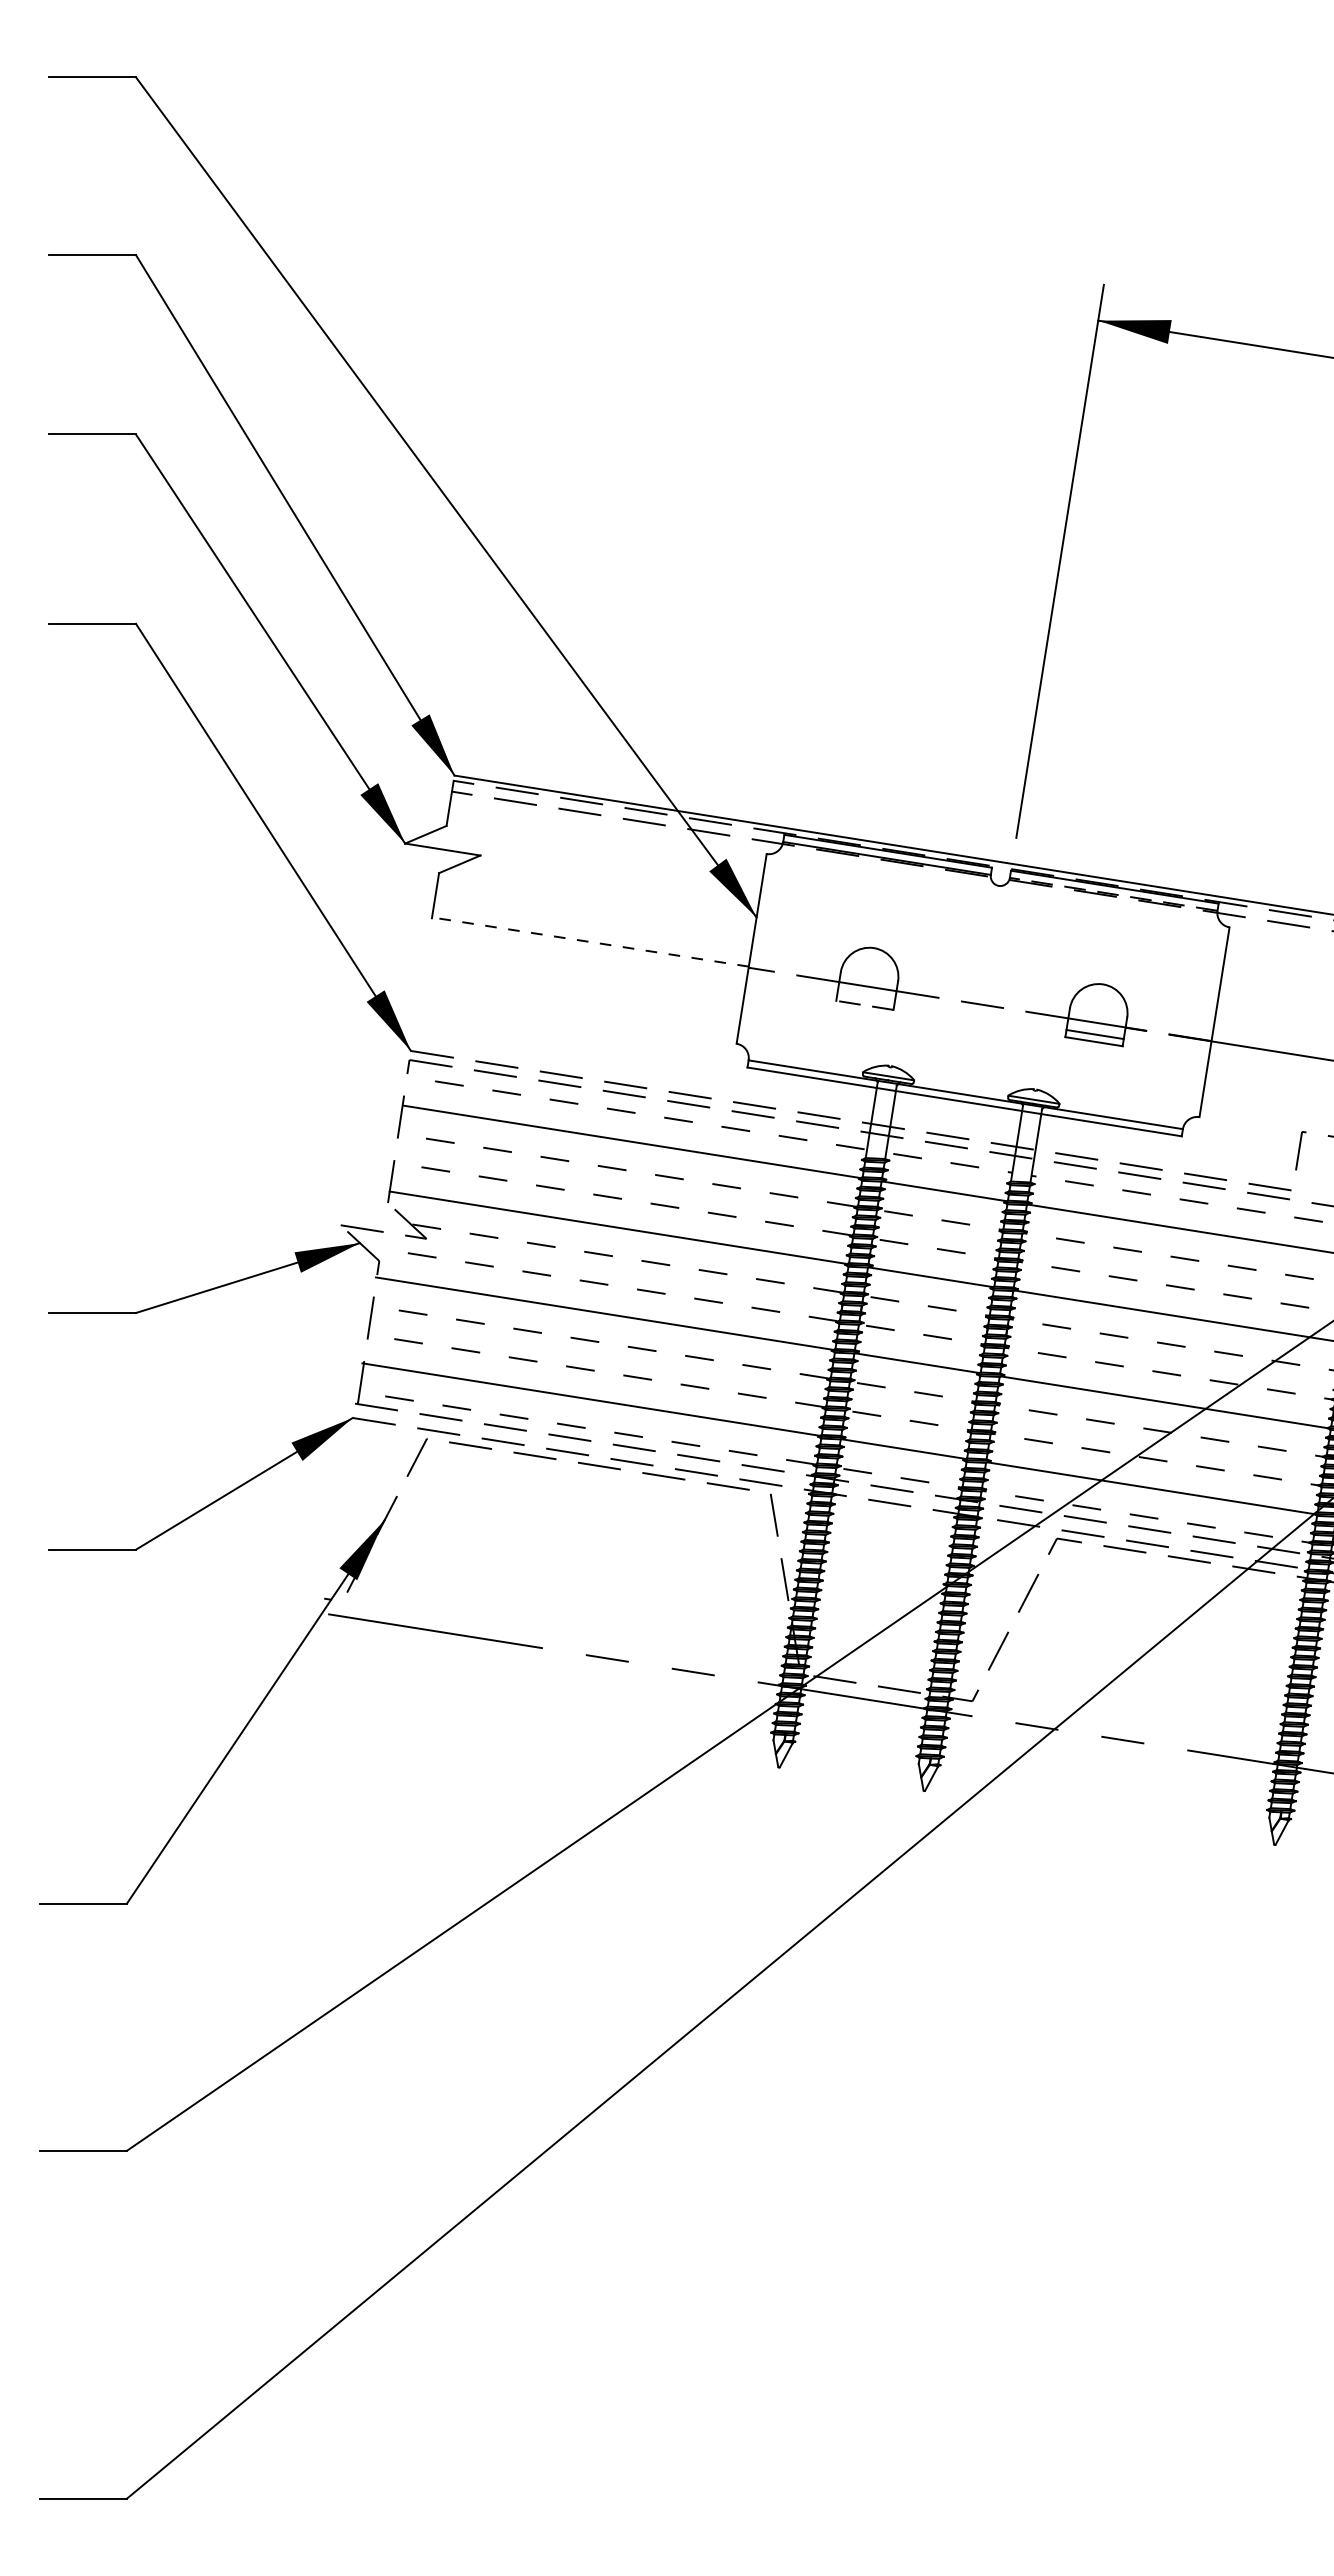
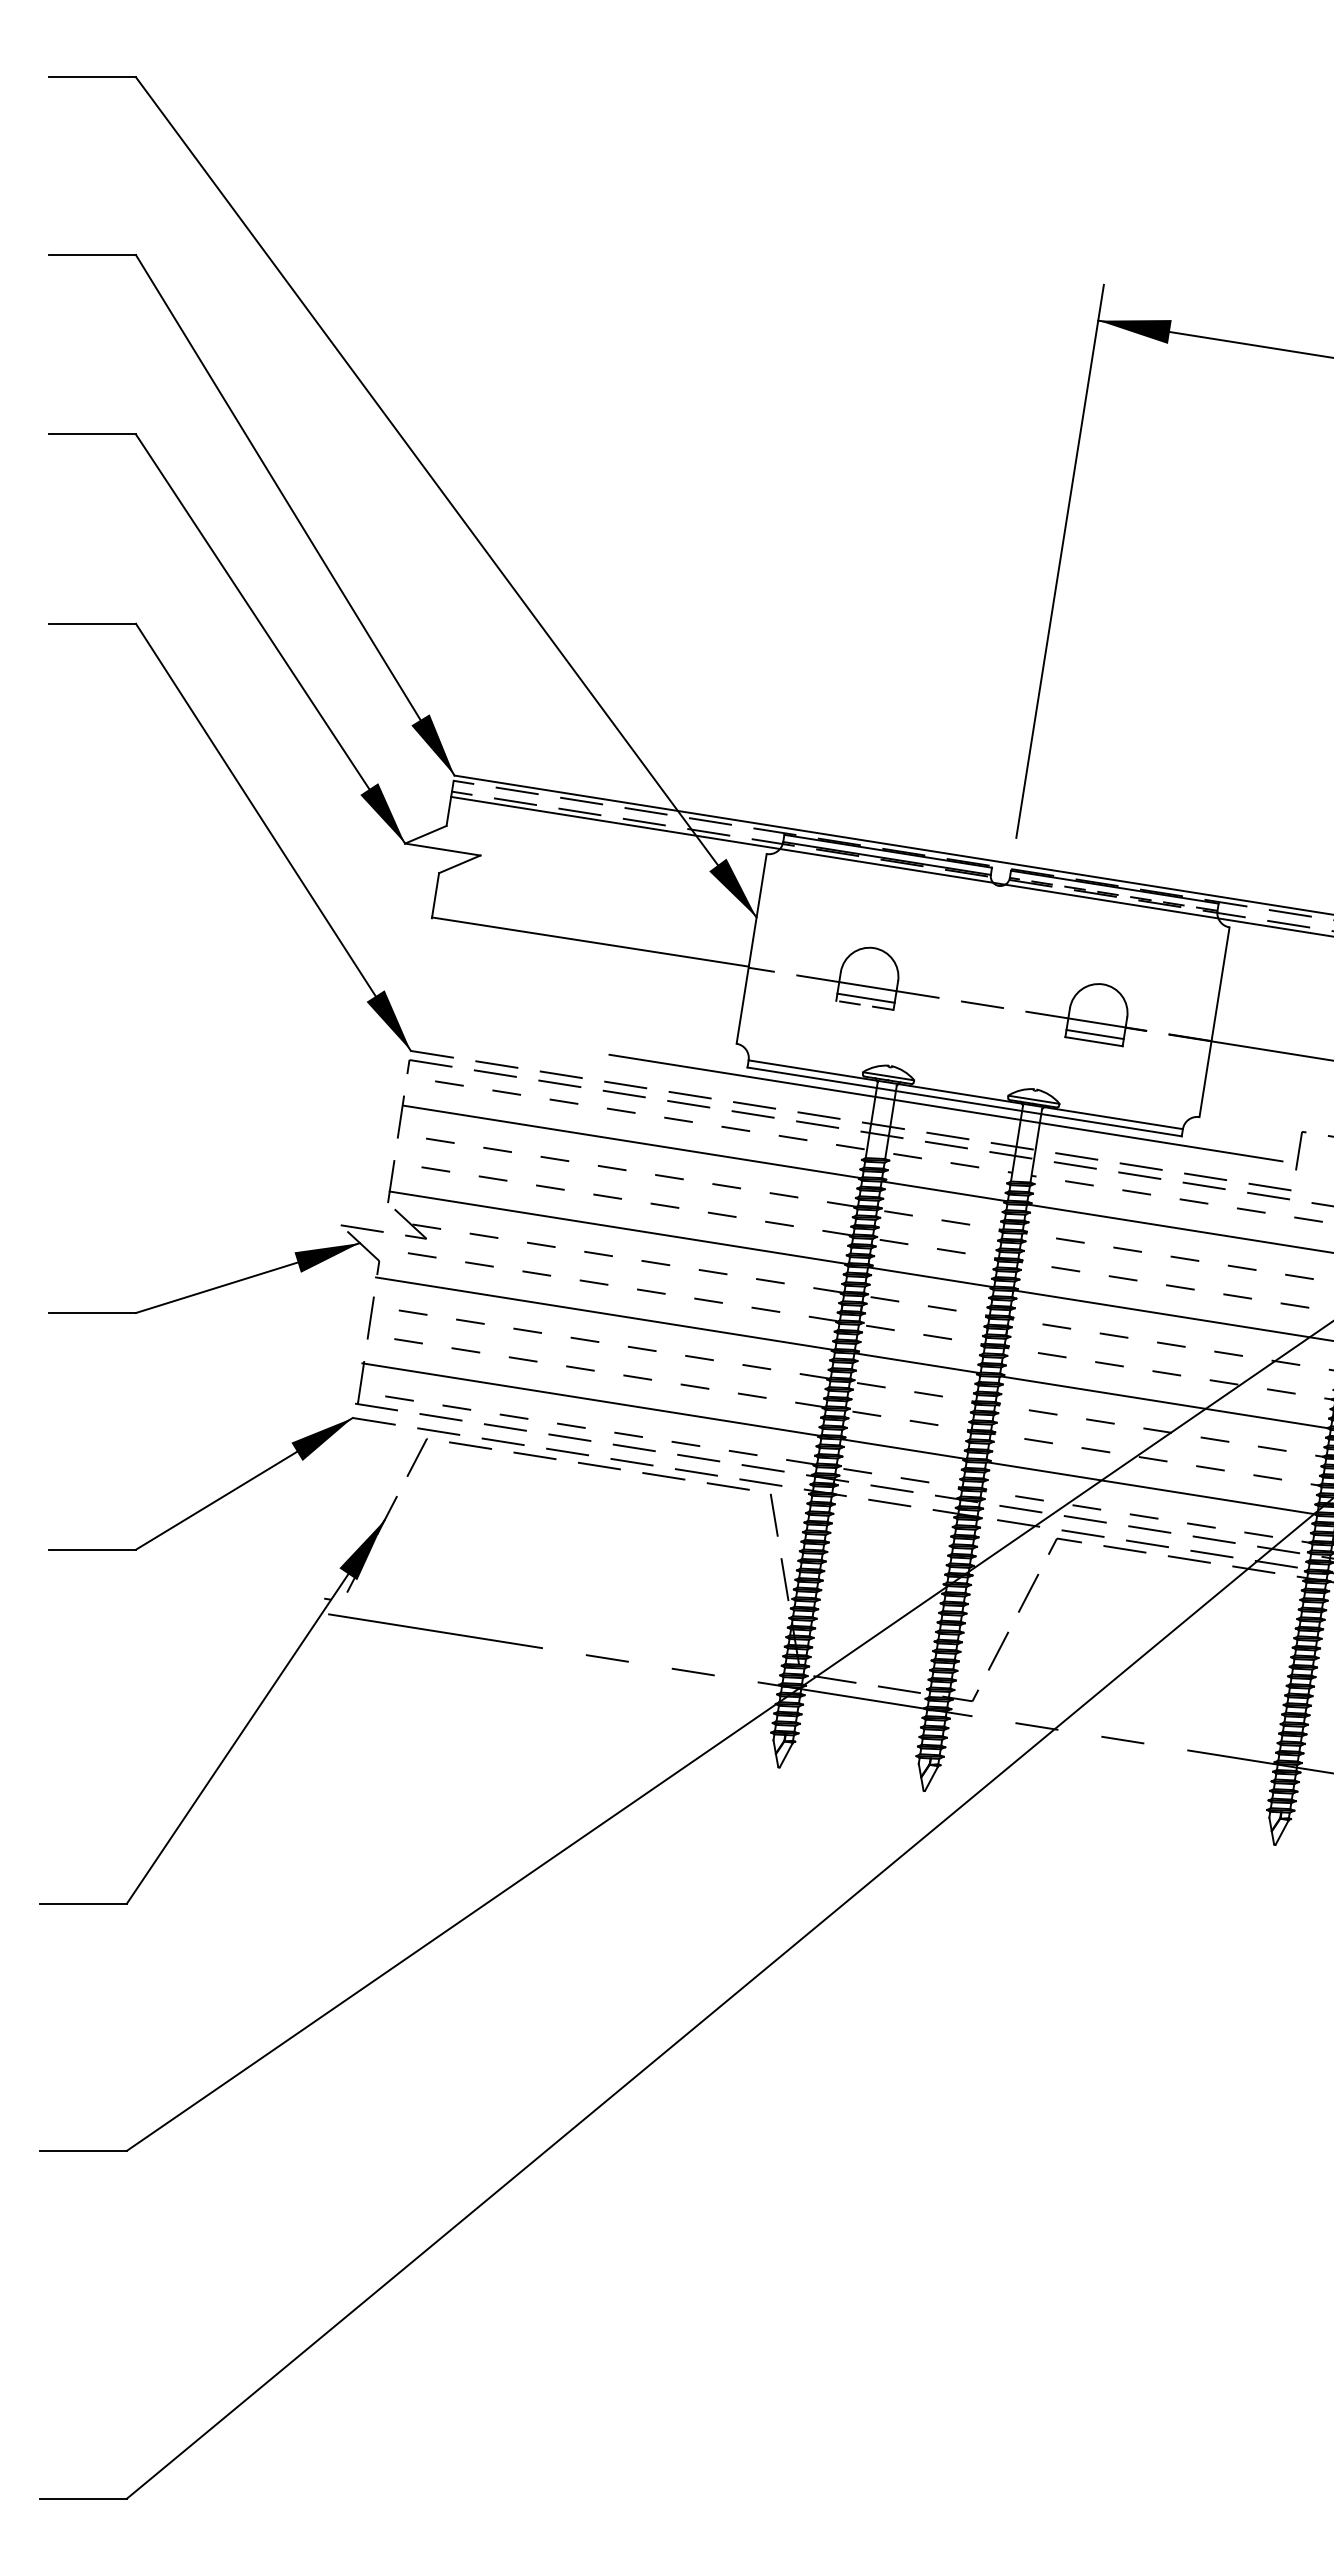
line at (890, 866): none -> present
line at (589, 941): dashed -> solid
line at (865, 997): none -> present
line at (945, 1107): none -> present
